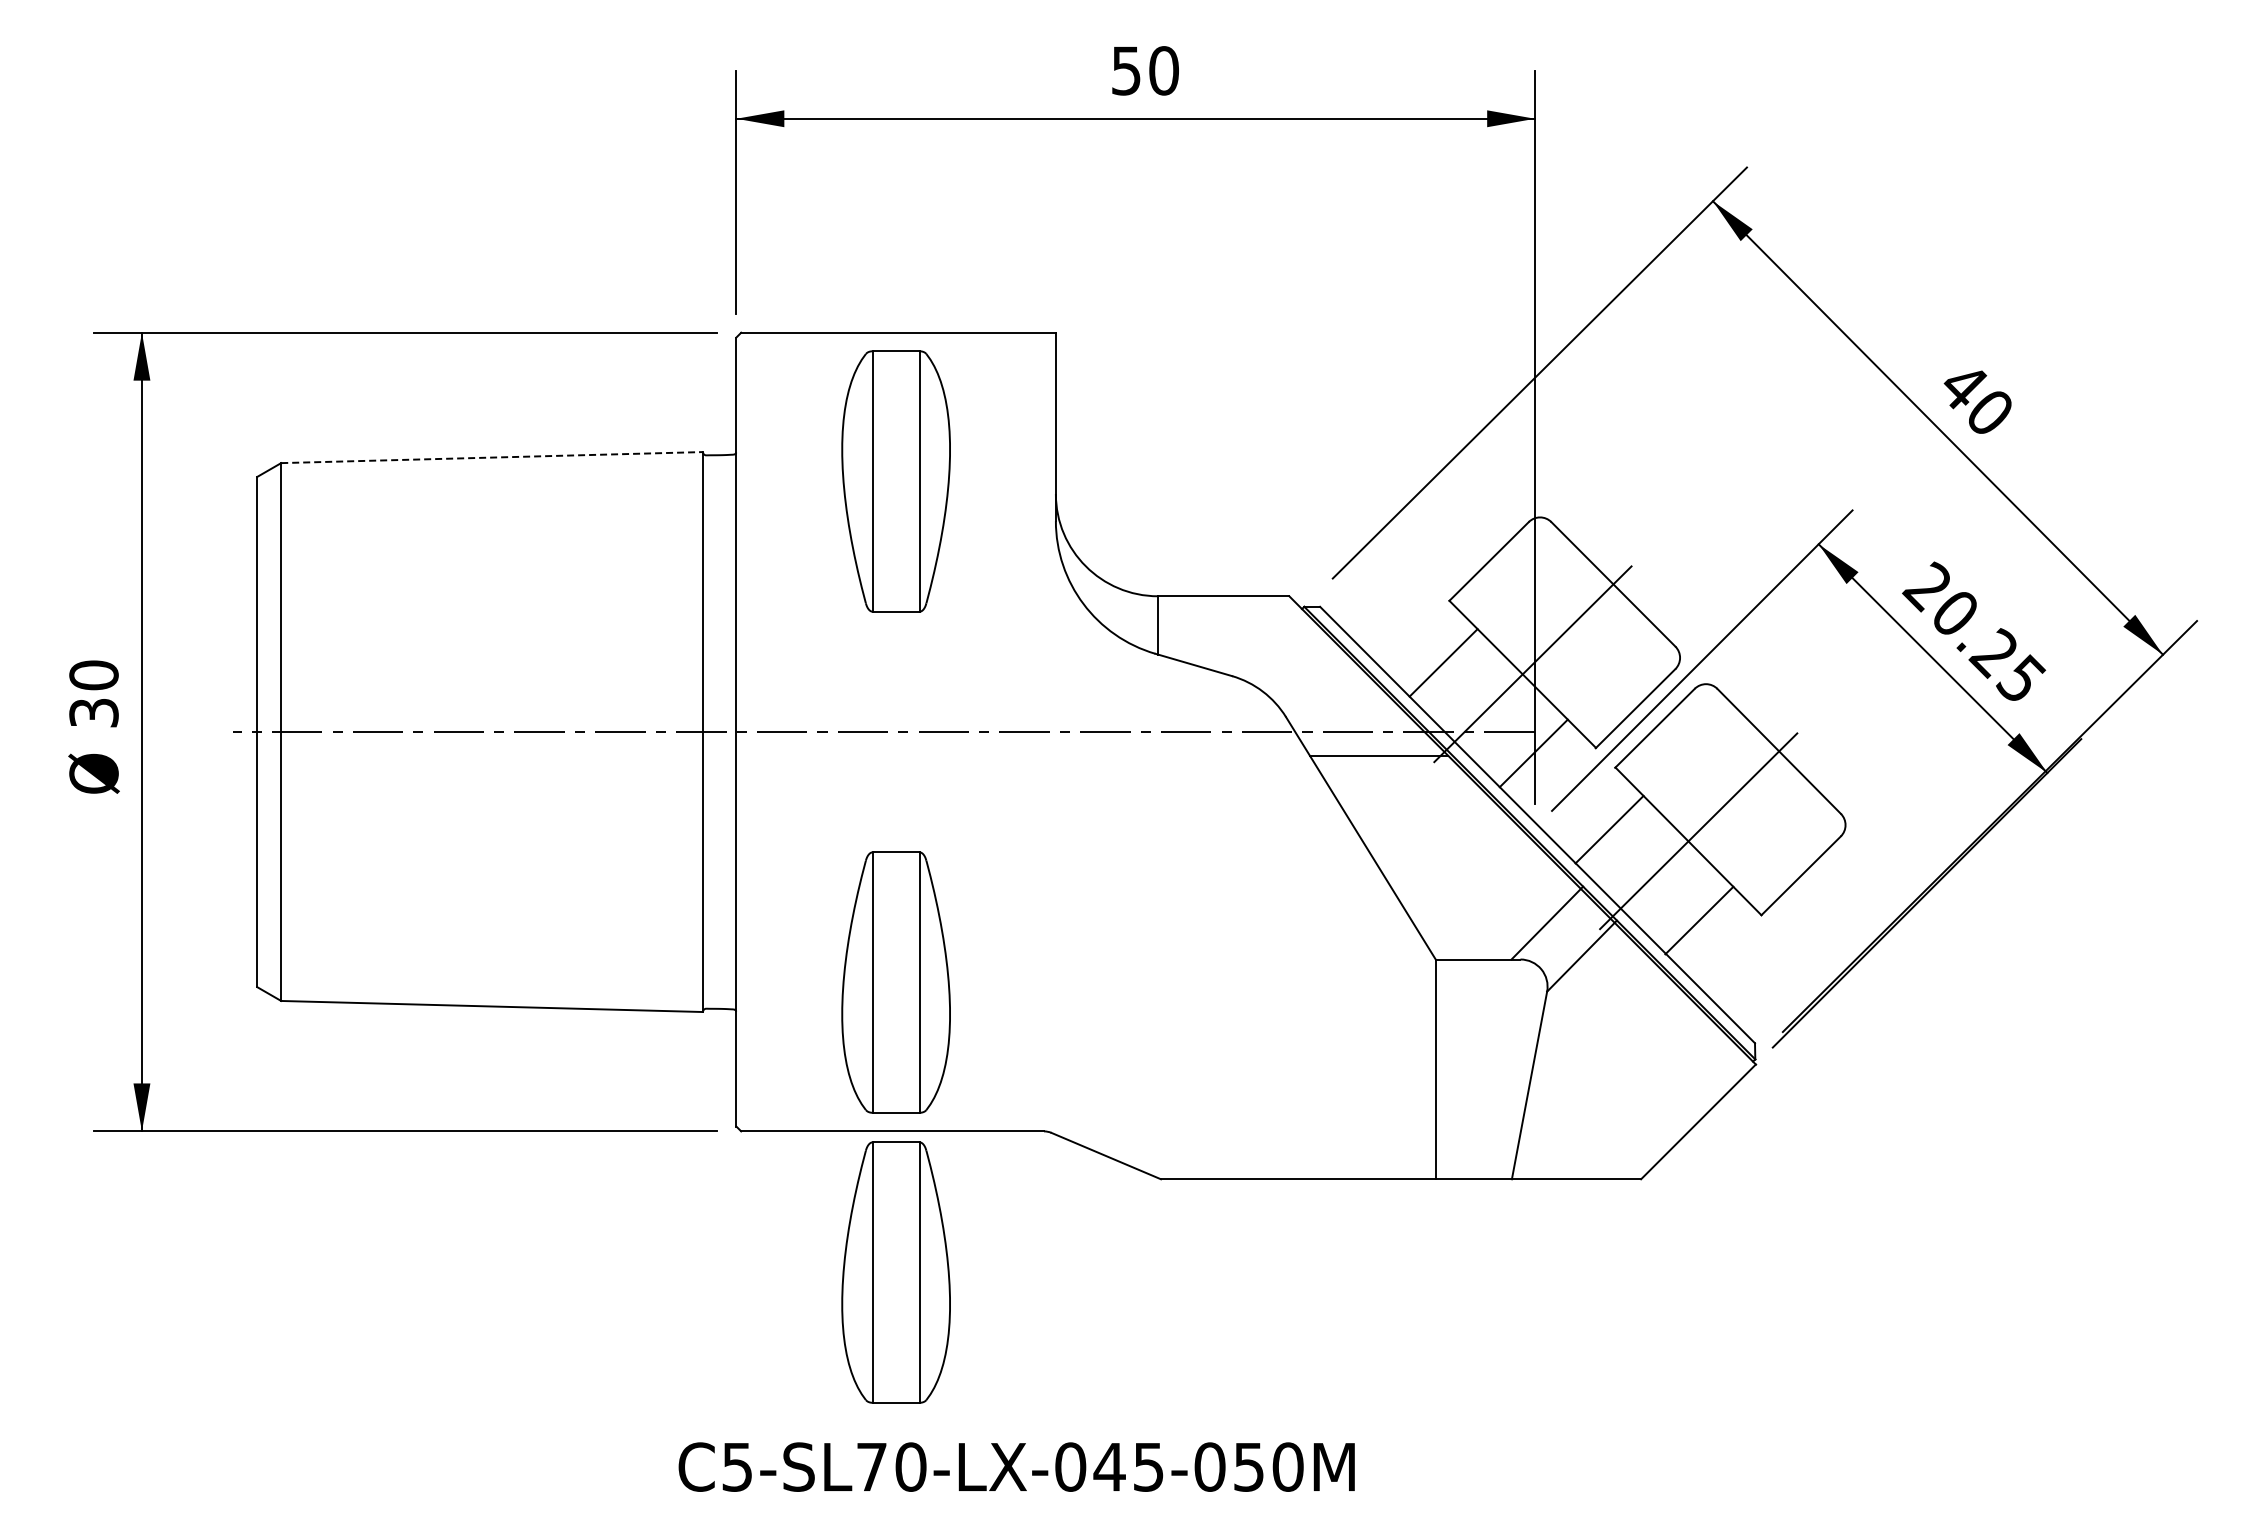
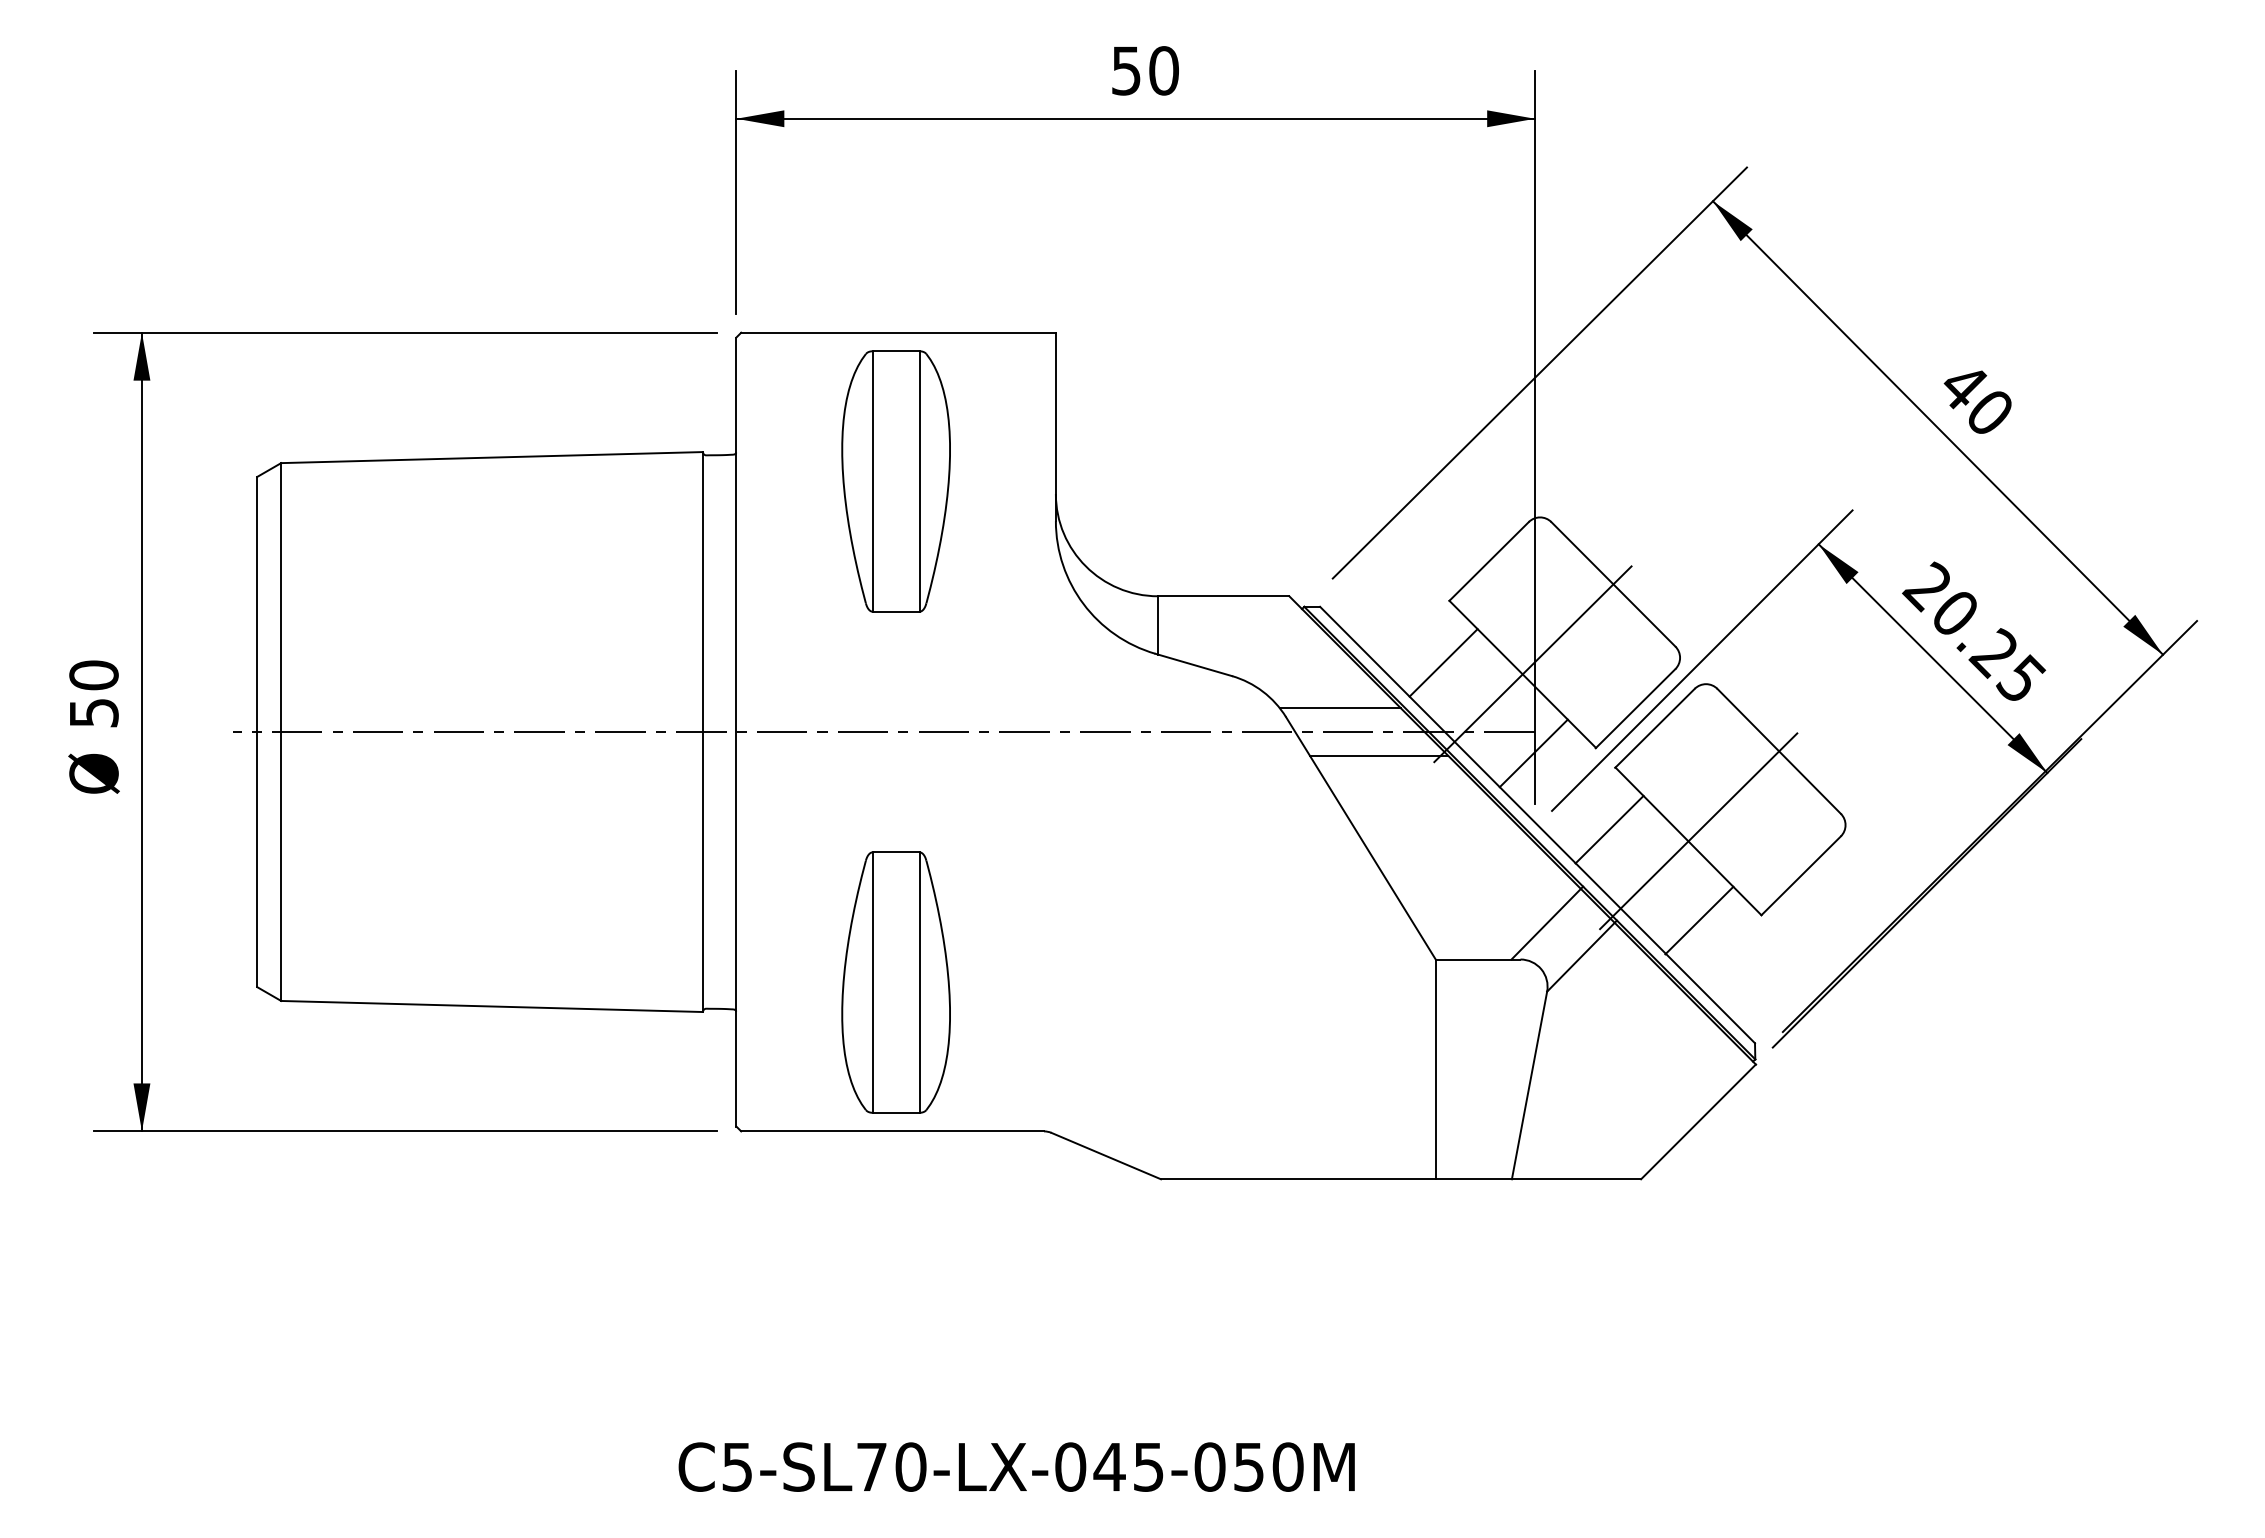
line at (492, 457): dashed -> solid
line at (1339, 708): none -> present
text at (93, 712): 30 -> 50
part at (895, 1272): present -> none
